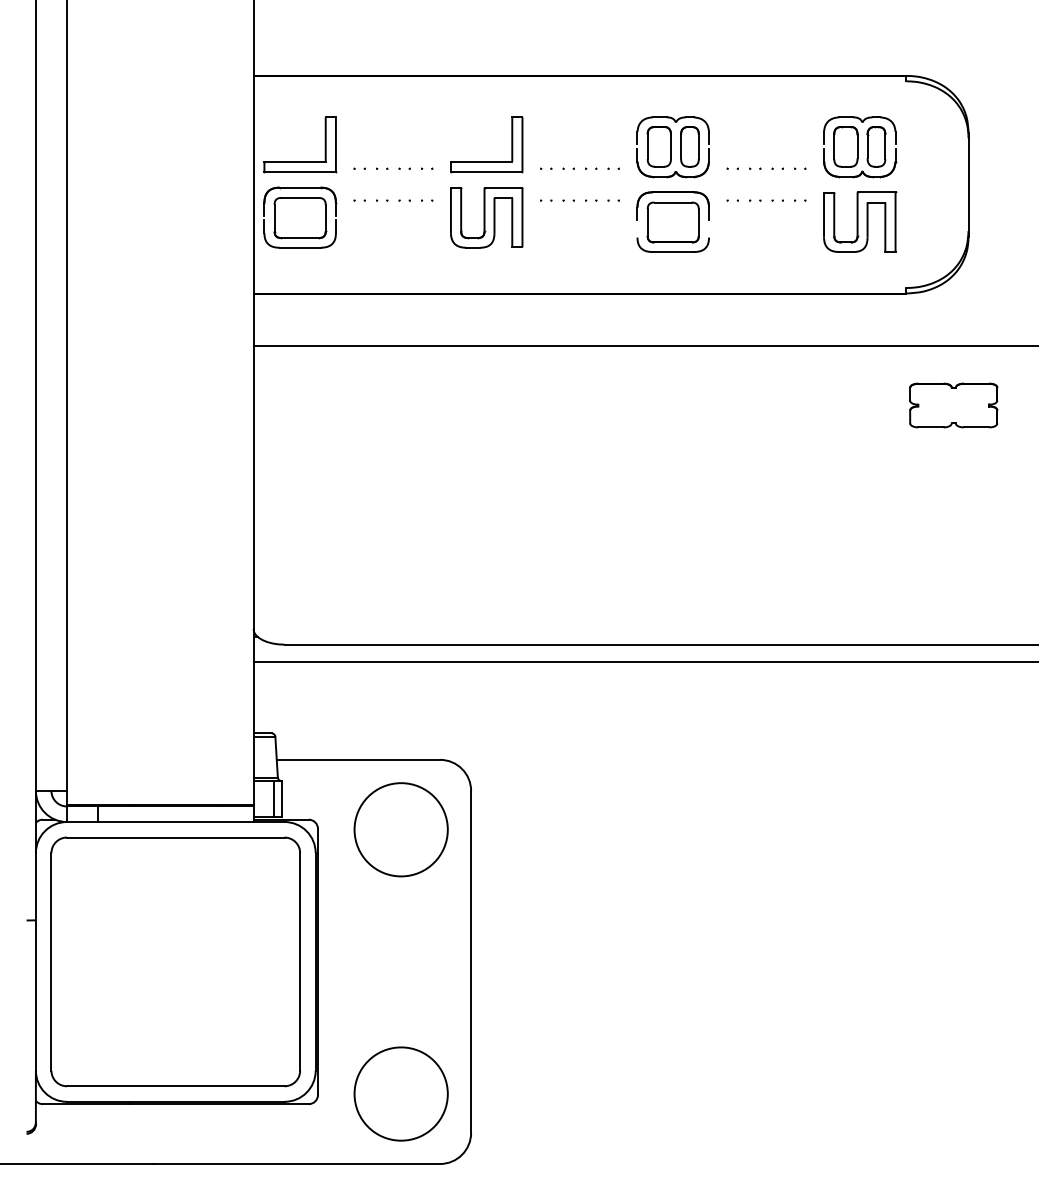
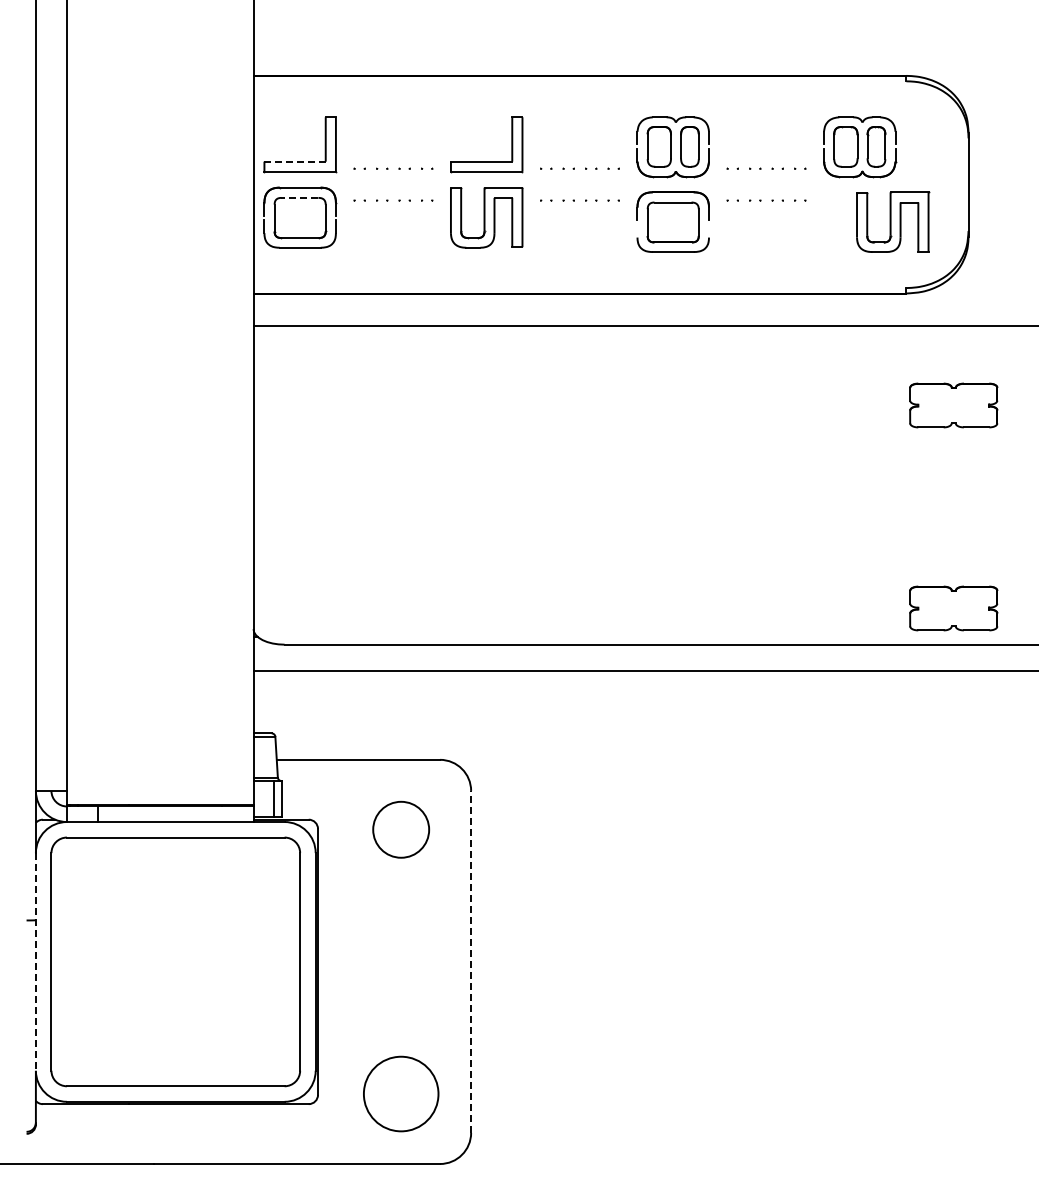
line at (295, 161): solid -> dashed
line at (299, 197): solid -> dashed
part at (860, 221) position: (860, 221) -> (893, 221)
line at (644, 346) position: (644, 346) -> (644, 326)
part at (953, 608): none -> present
line at (644, 662) position: (644, 662) -> (644, 671)
circle at (400, 829) diameter: 93 px -> 56 px
line at (35, 961): solid -> dashed
line at (471, 961): solid -> dashed
circle at (400, 1093) diameter: 93 px -> 75 px
